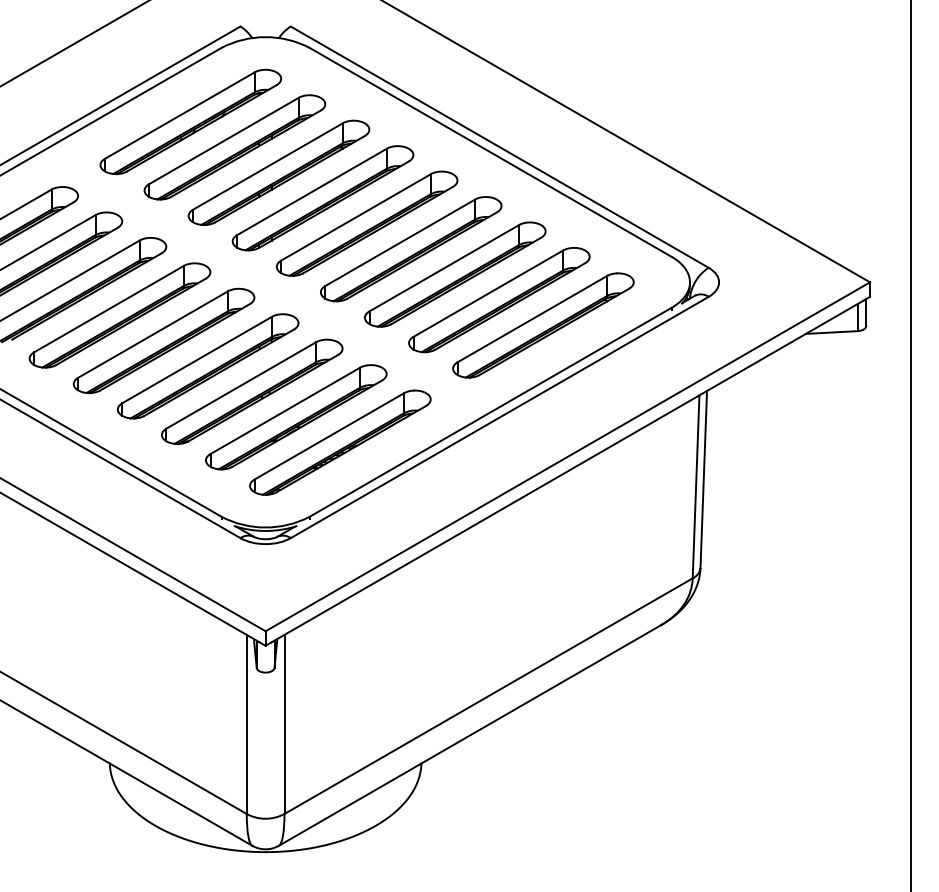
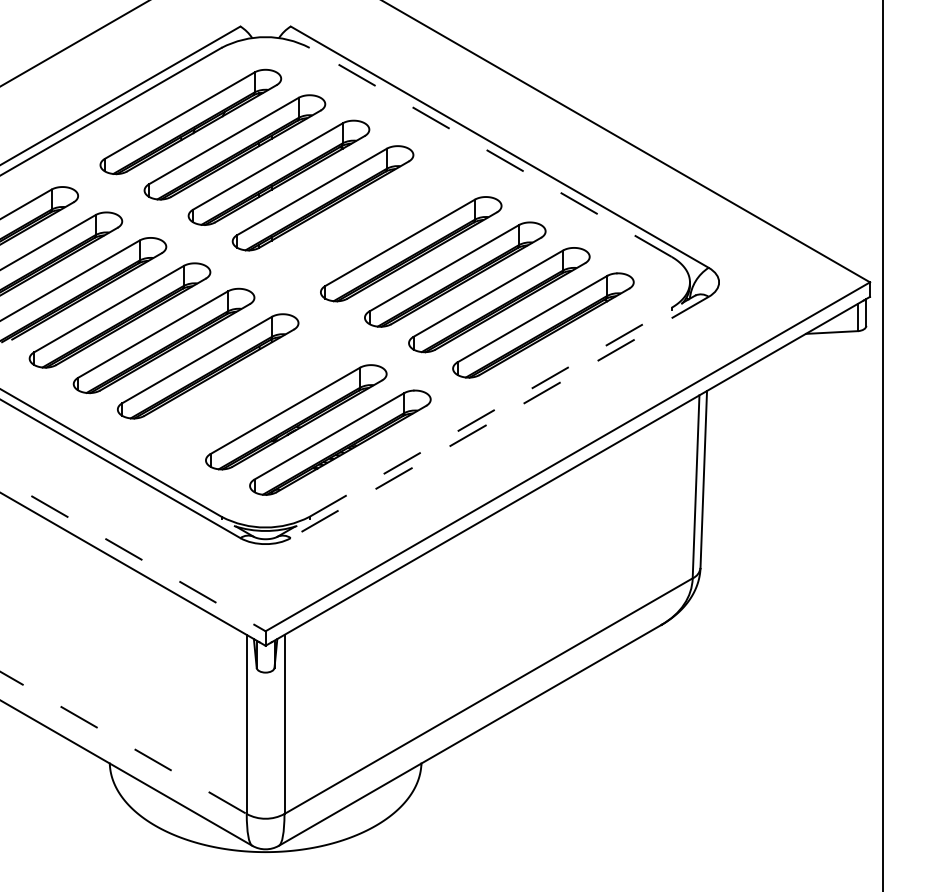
line at (490, 152): solid -> dashed
part at (366, 223): present -> none
part at (252, 391): present -> none
line at (491, 412): solid -> dashed
line at (499, 417): solid -> dashed
line at (910, 445) position: (910, 445) -> (882, 445)
line at (133, 554): solid -> dashed
line at (123, 743): solid -> dashed
